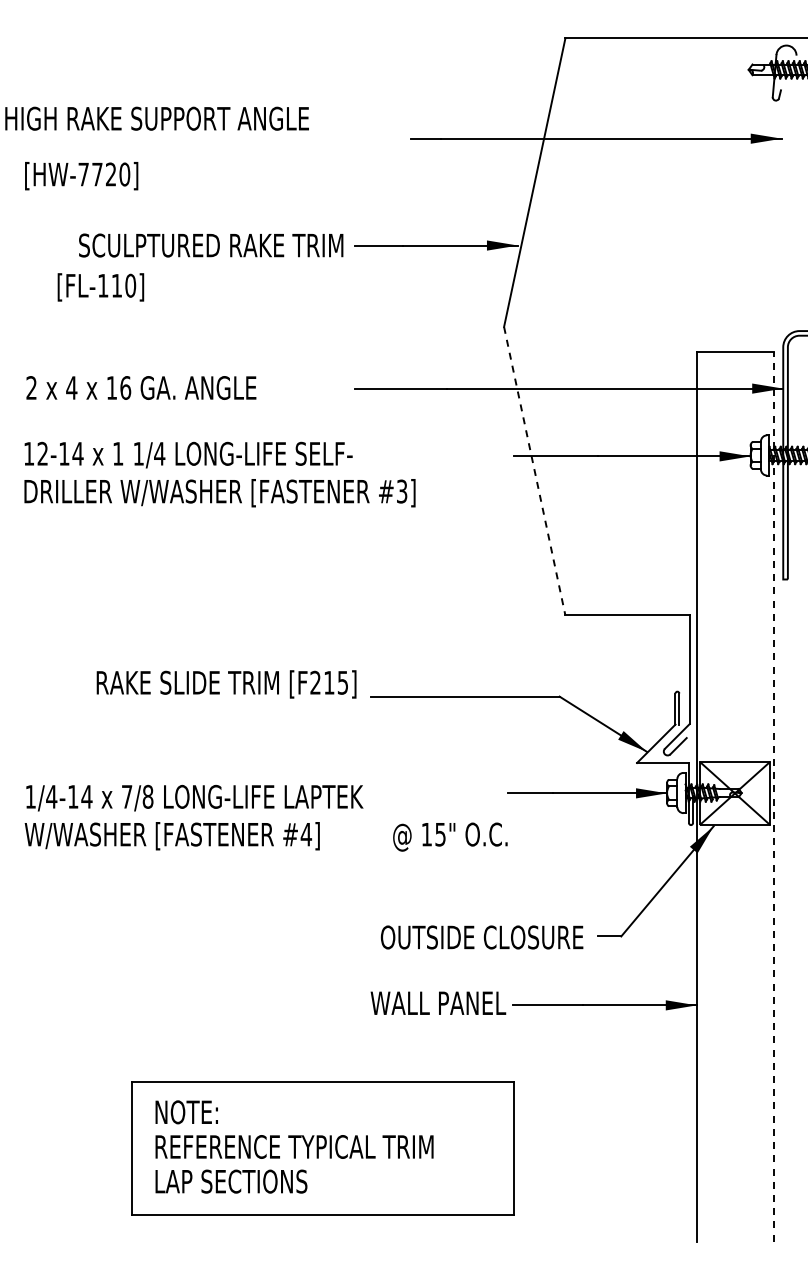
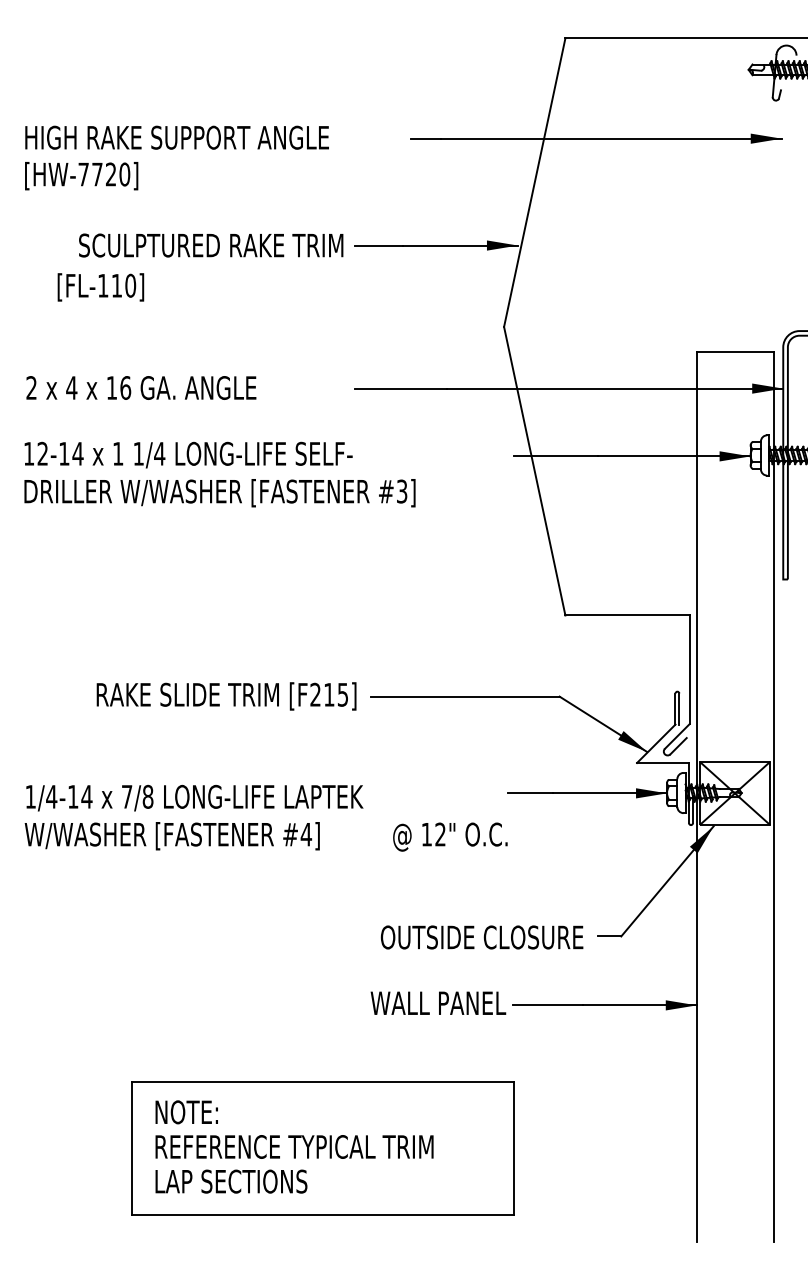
text at (156, 118) position: (156, 118) -> (176, 137)
line at (534, 471): dashed -> solid
text at (226, 684) position: (226, 684) -> (226, 696)
line at (774, 796): dashed -> solid
text at (440, 834): 15" -> 12"
